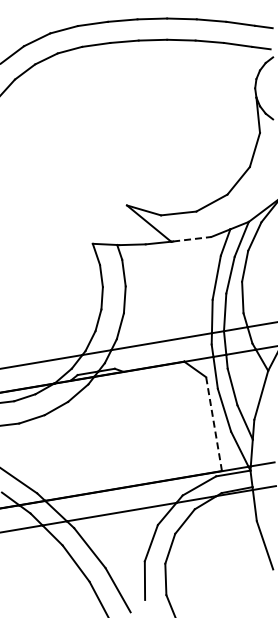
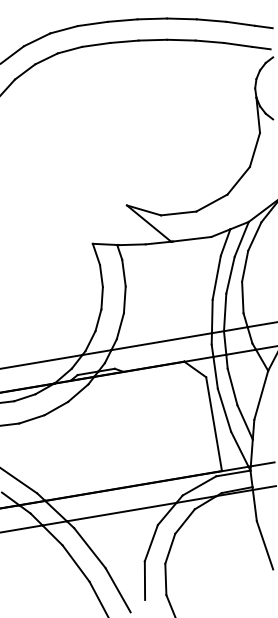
line at (192, 239): dashed -> solid
line at (214, 424): dashed -> solid
